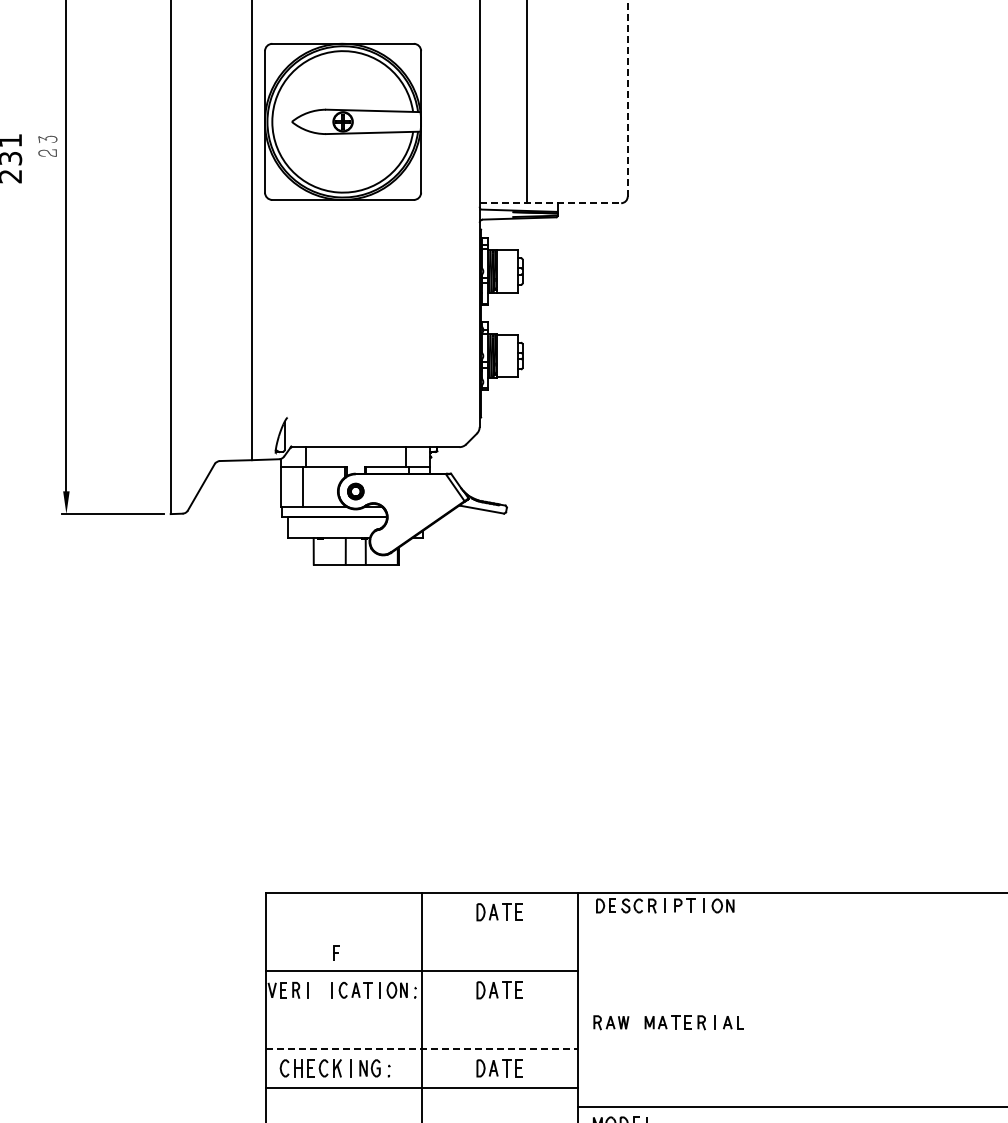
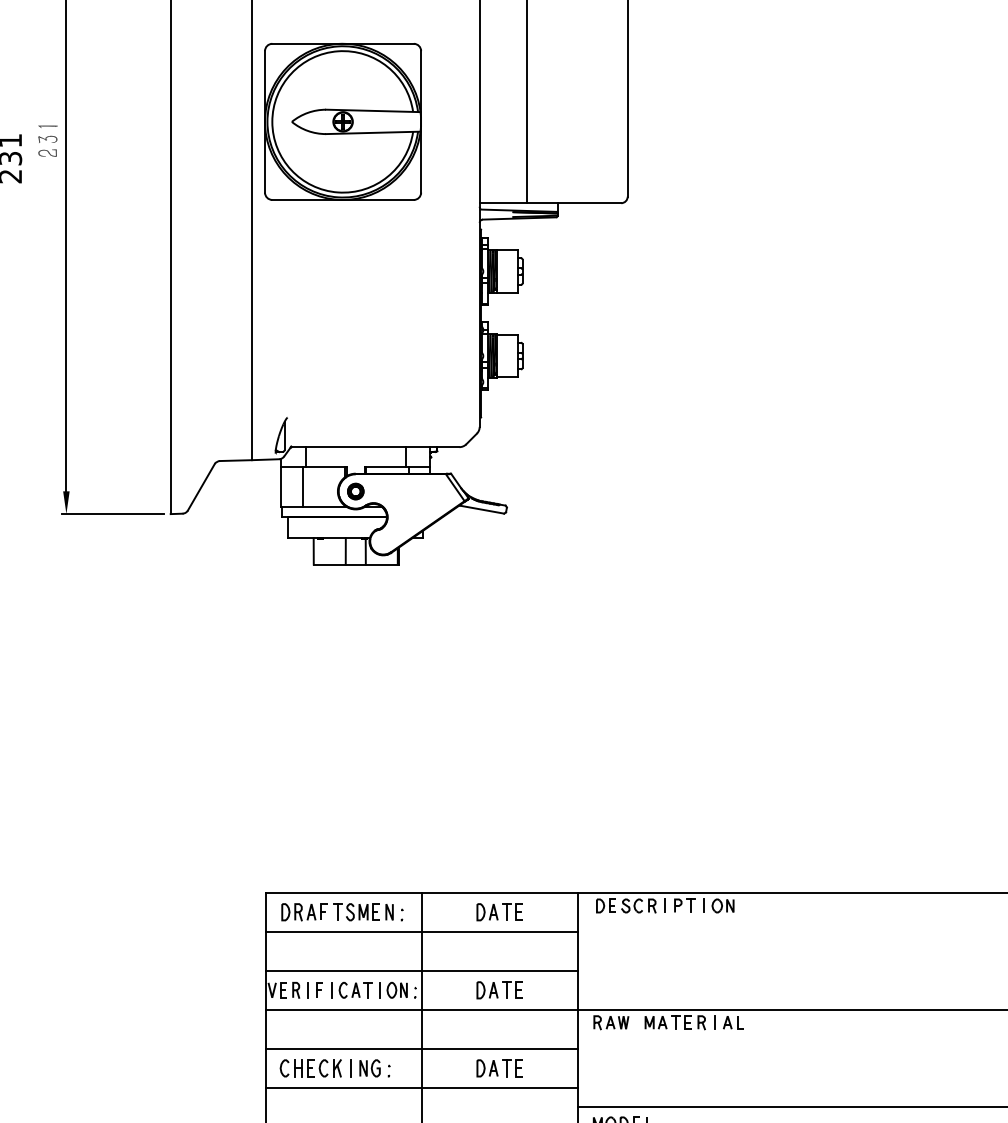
line at (627, 98): dashed -> solid
line at (47, 126): none -> present
line at (550, 203): dashed -> solid
part at (342, 912): none -> present
line at (422, 931): none -> present
part at (336, 952) position: (336, 952) -> (319, 989)
line at (635, 1009): none -> present
line at (422, 1048): dashed -> solid
